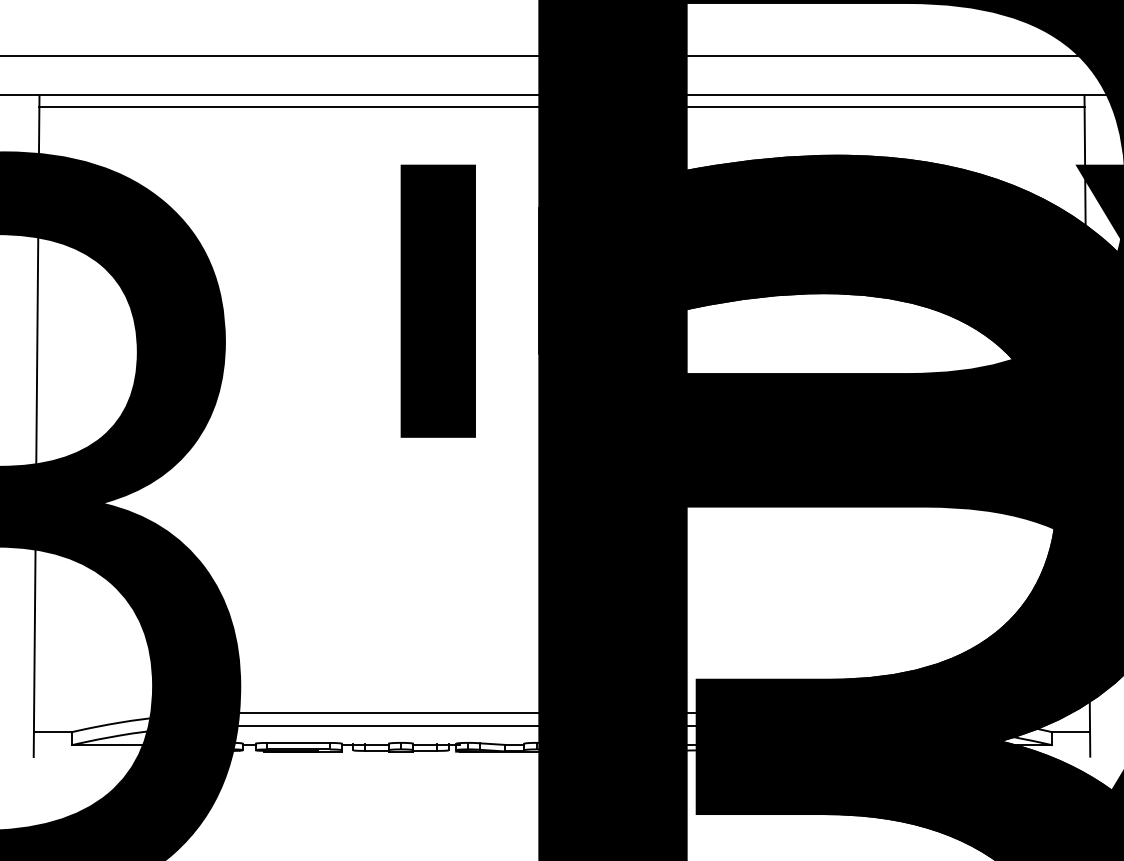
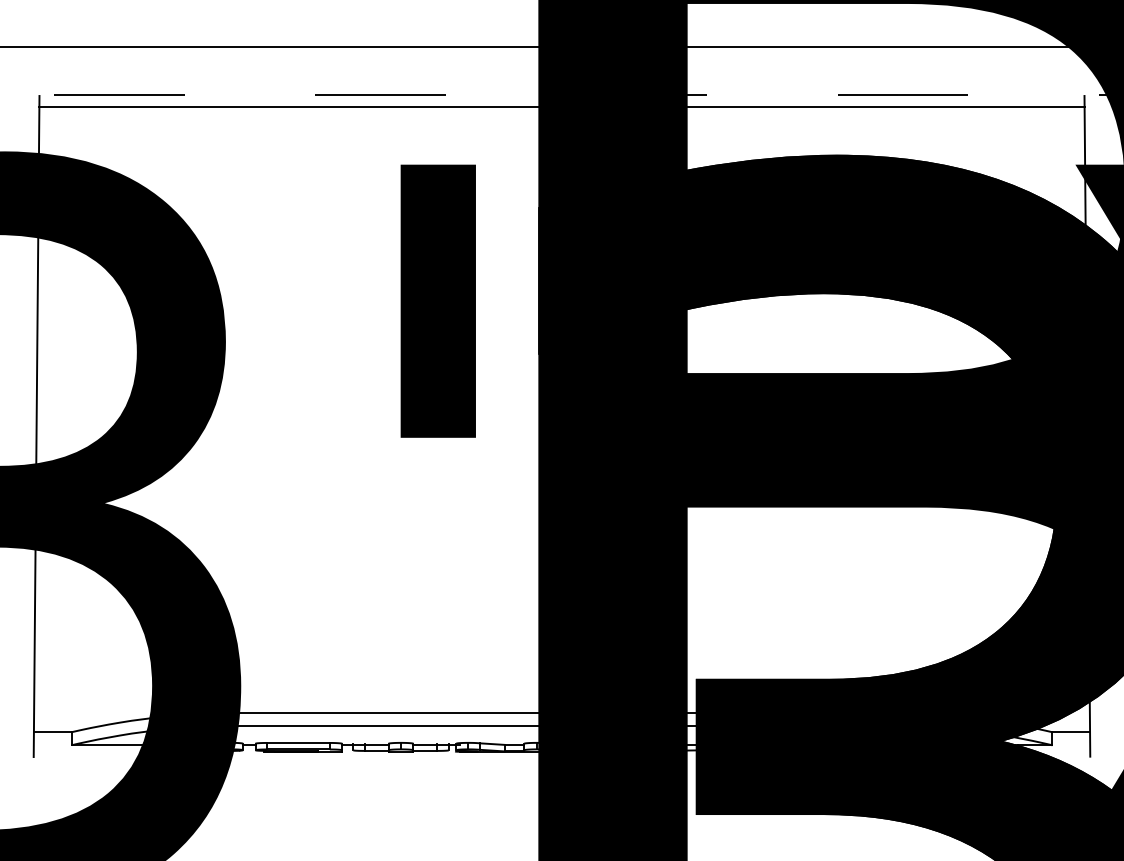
line at (561, 55) position: (561, 55) -> (561, 46)
line at (561, 95): solid -> dashed
